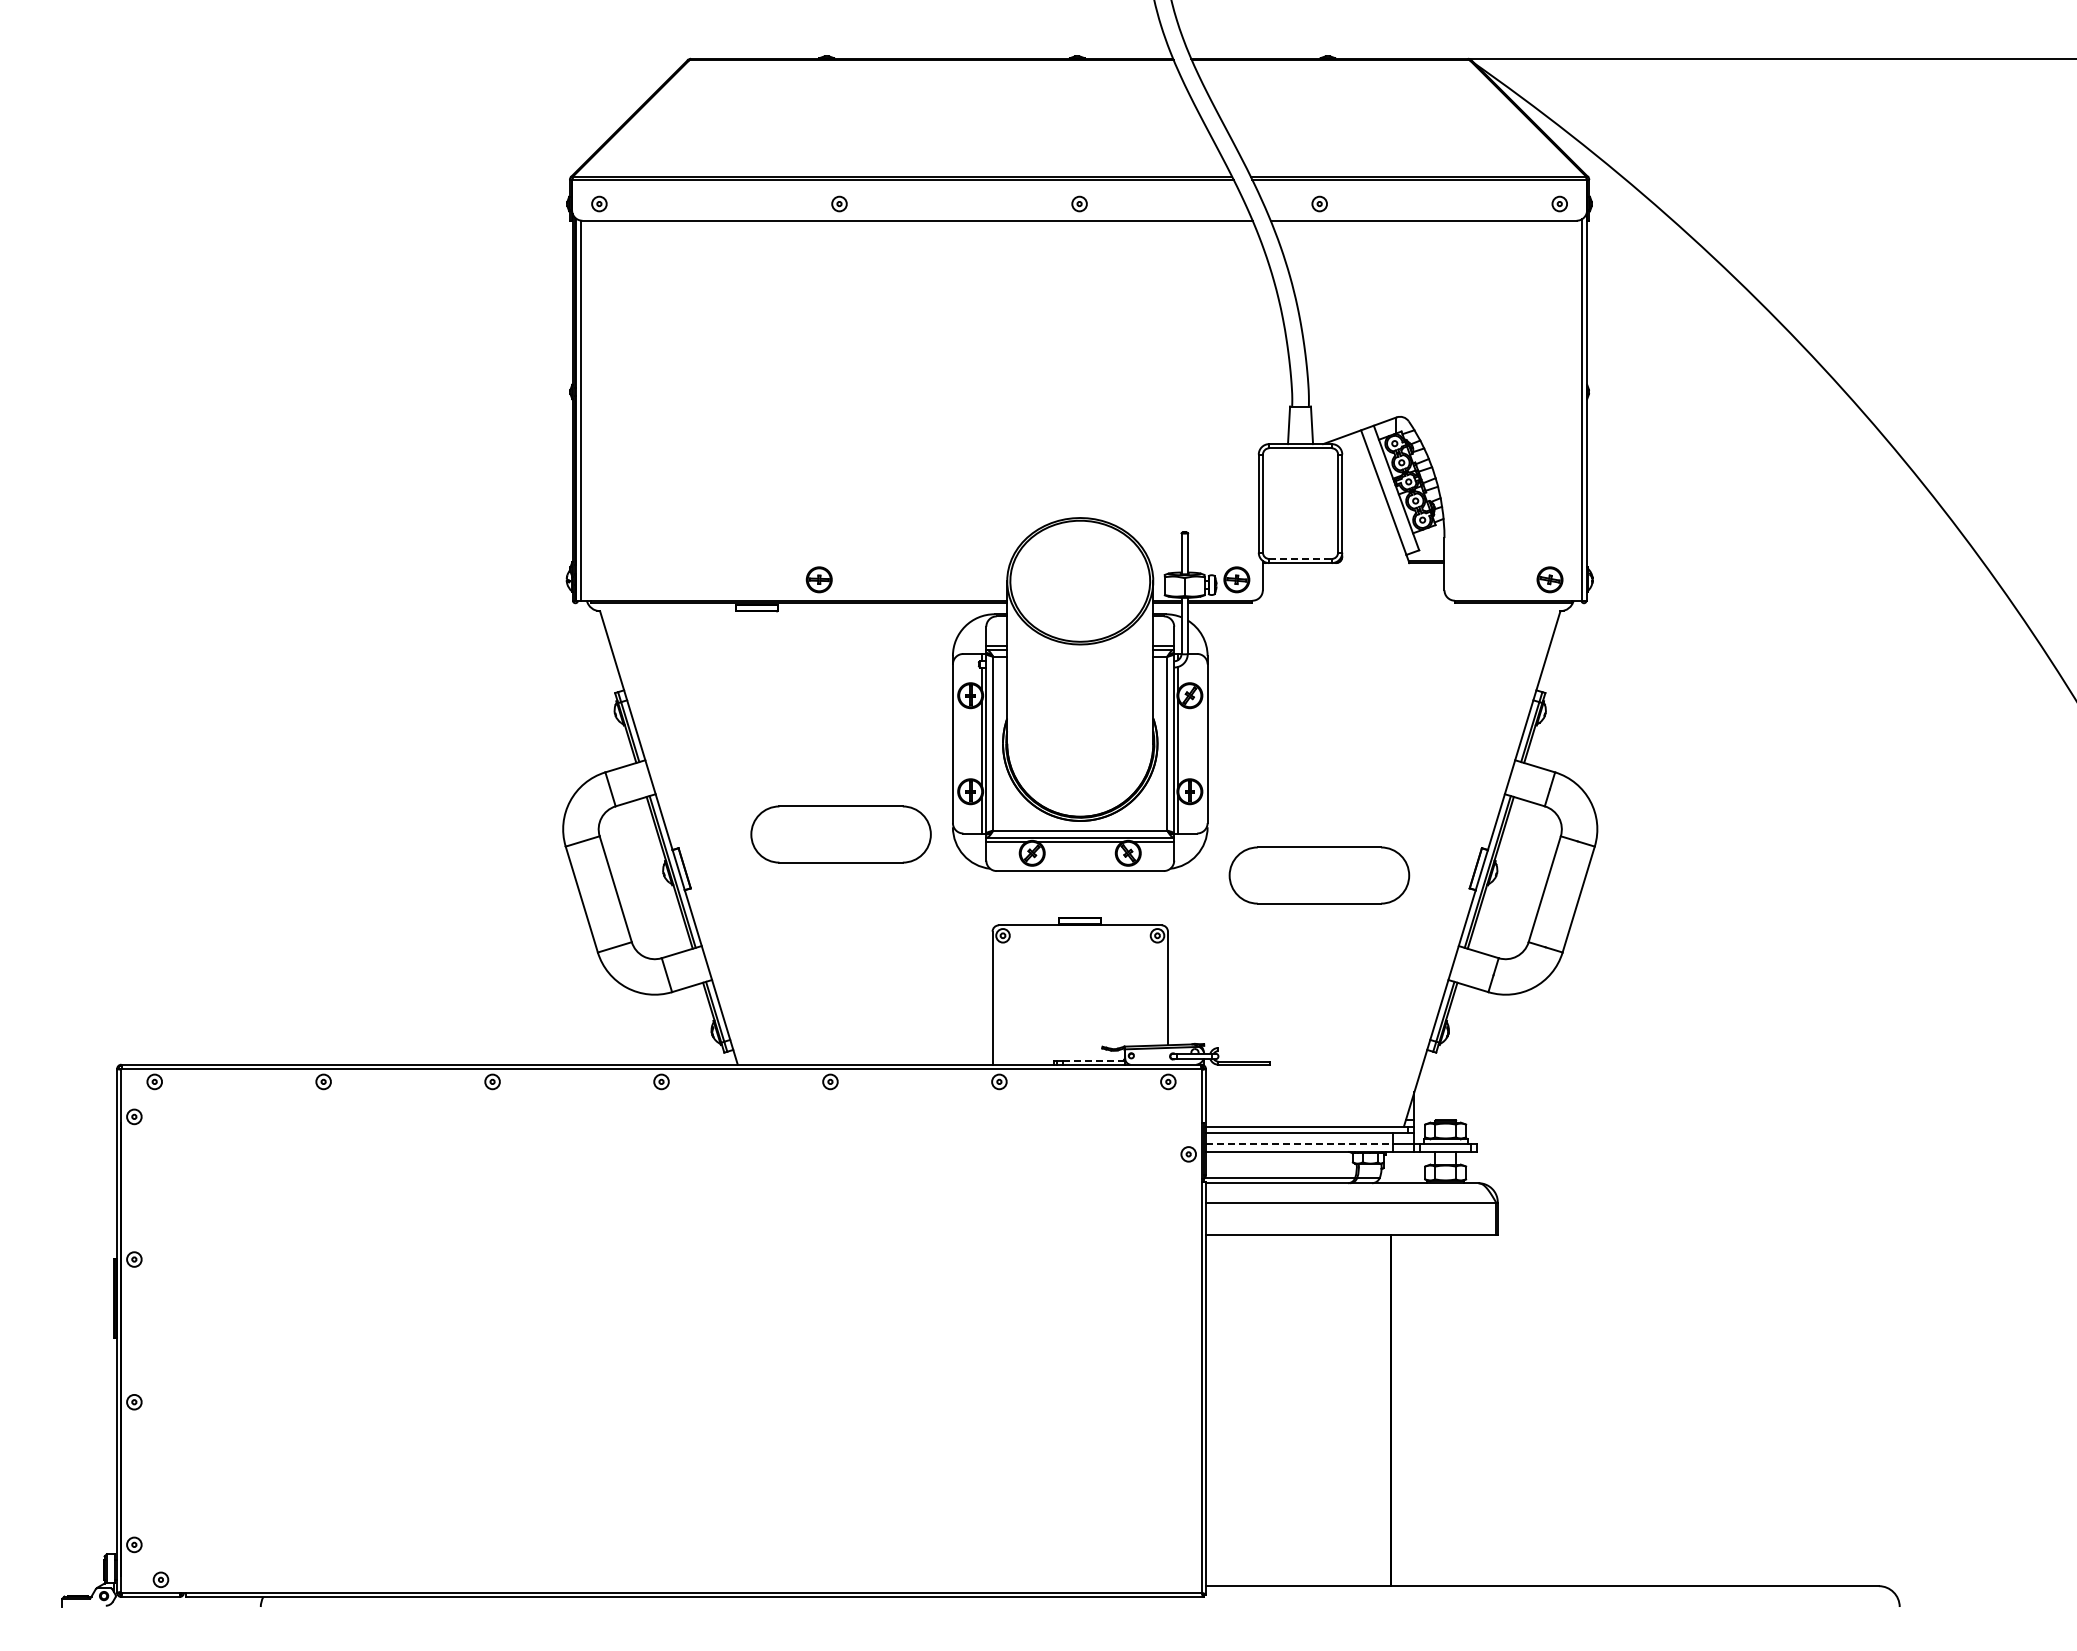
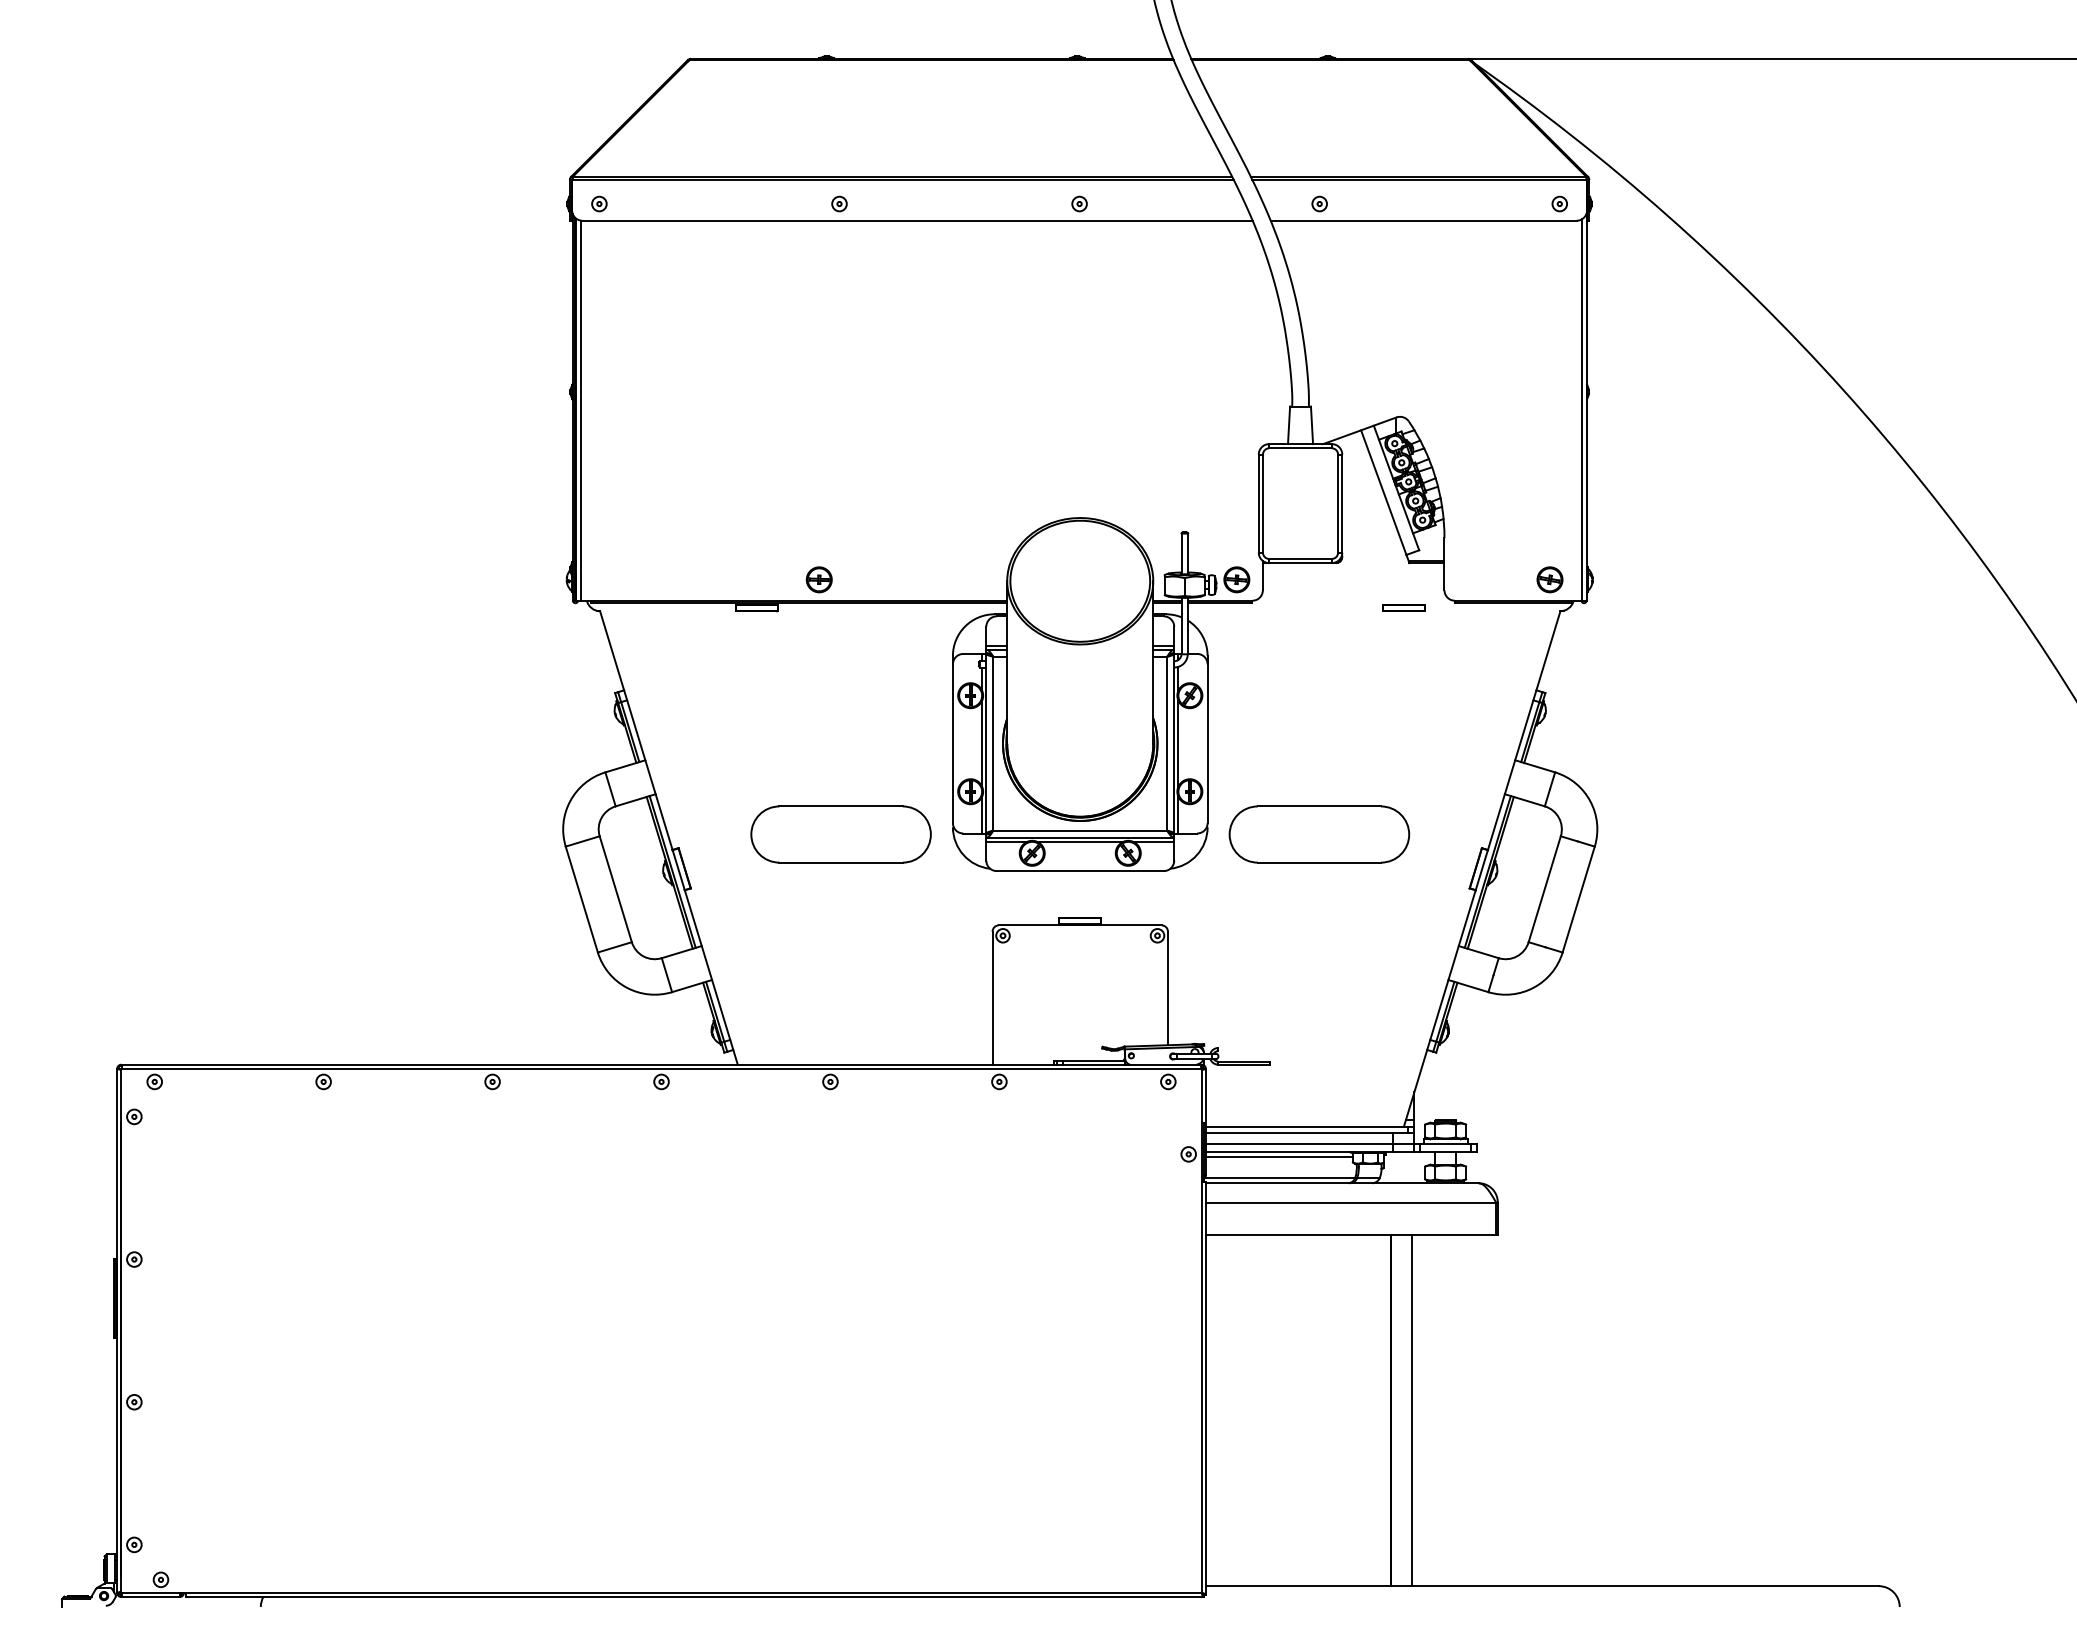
line at (1301, 558): dashed -> solid
part at (1403, 607): none -> present
part at (1319, 875) position: (1319, 875) -> (1319, 834)
line at (1093, 1060): dashed -> solid
line at (1299, 1143): dashed -> solid
line at (1278, 1157): none -> present
line at (1412, 1410): none -> present
